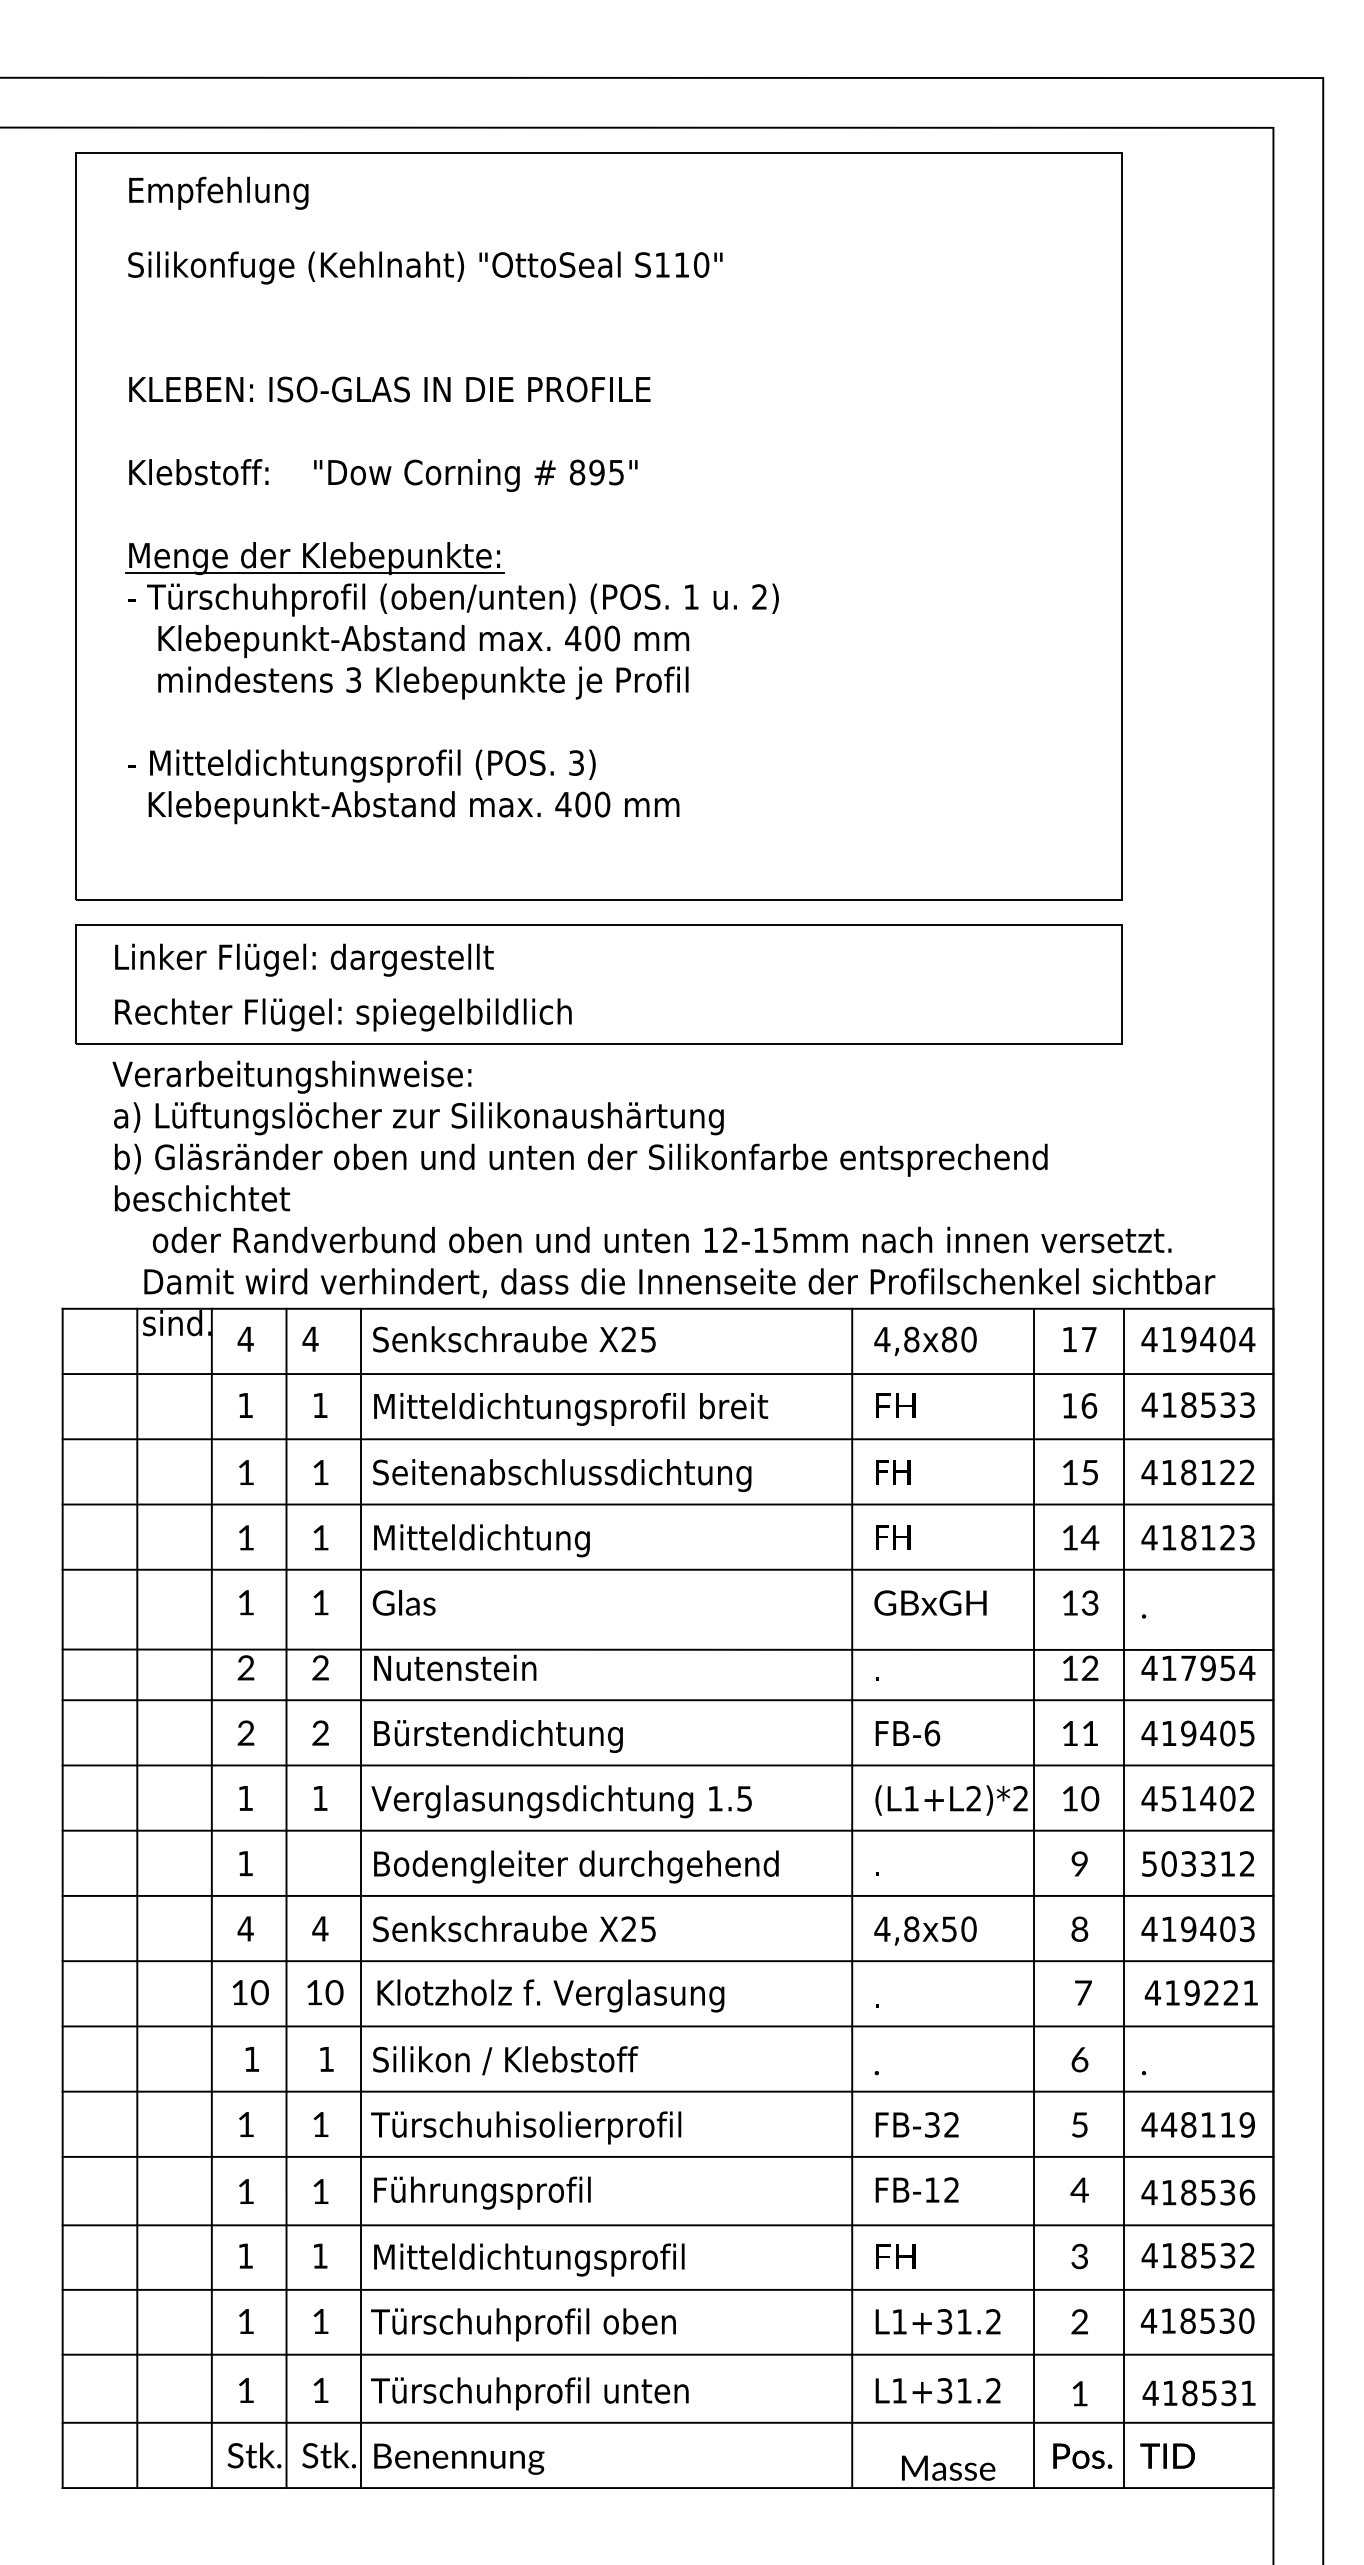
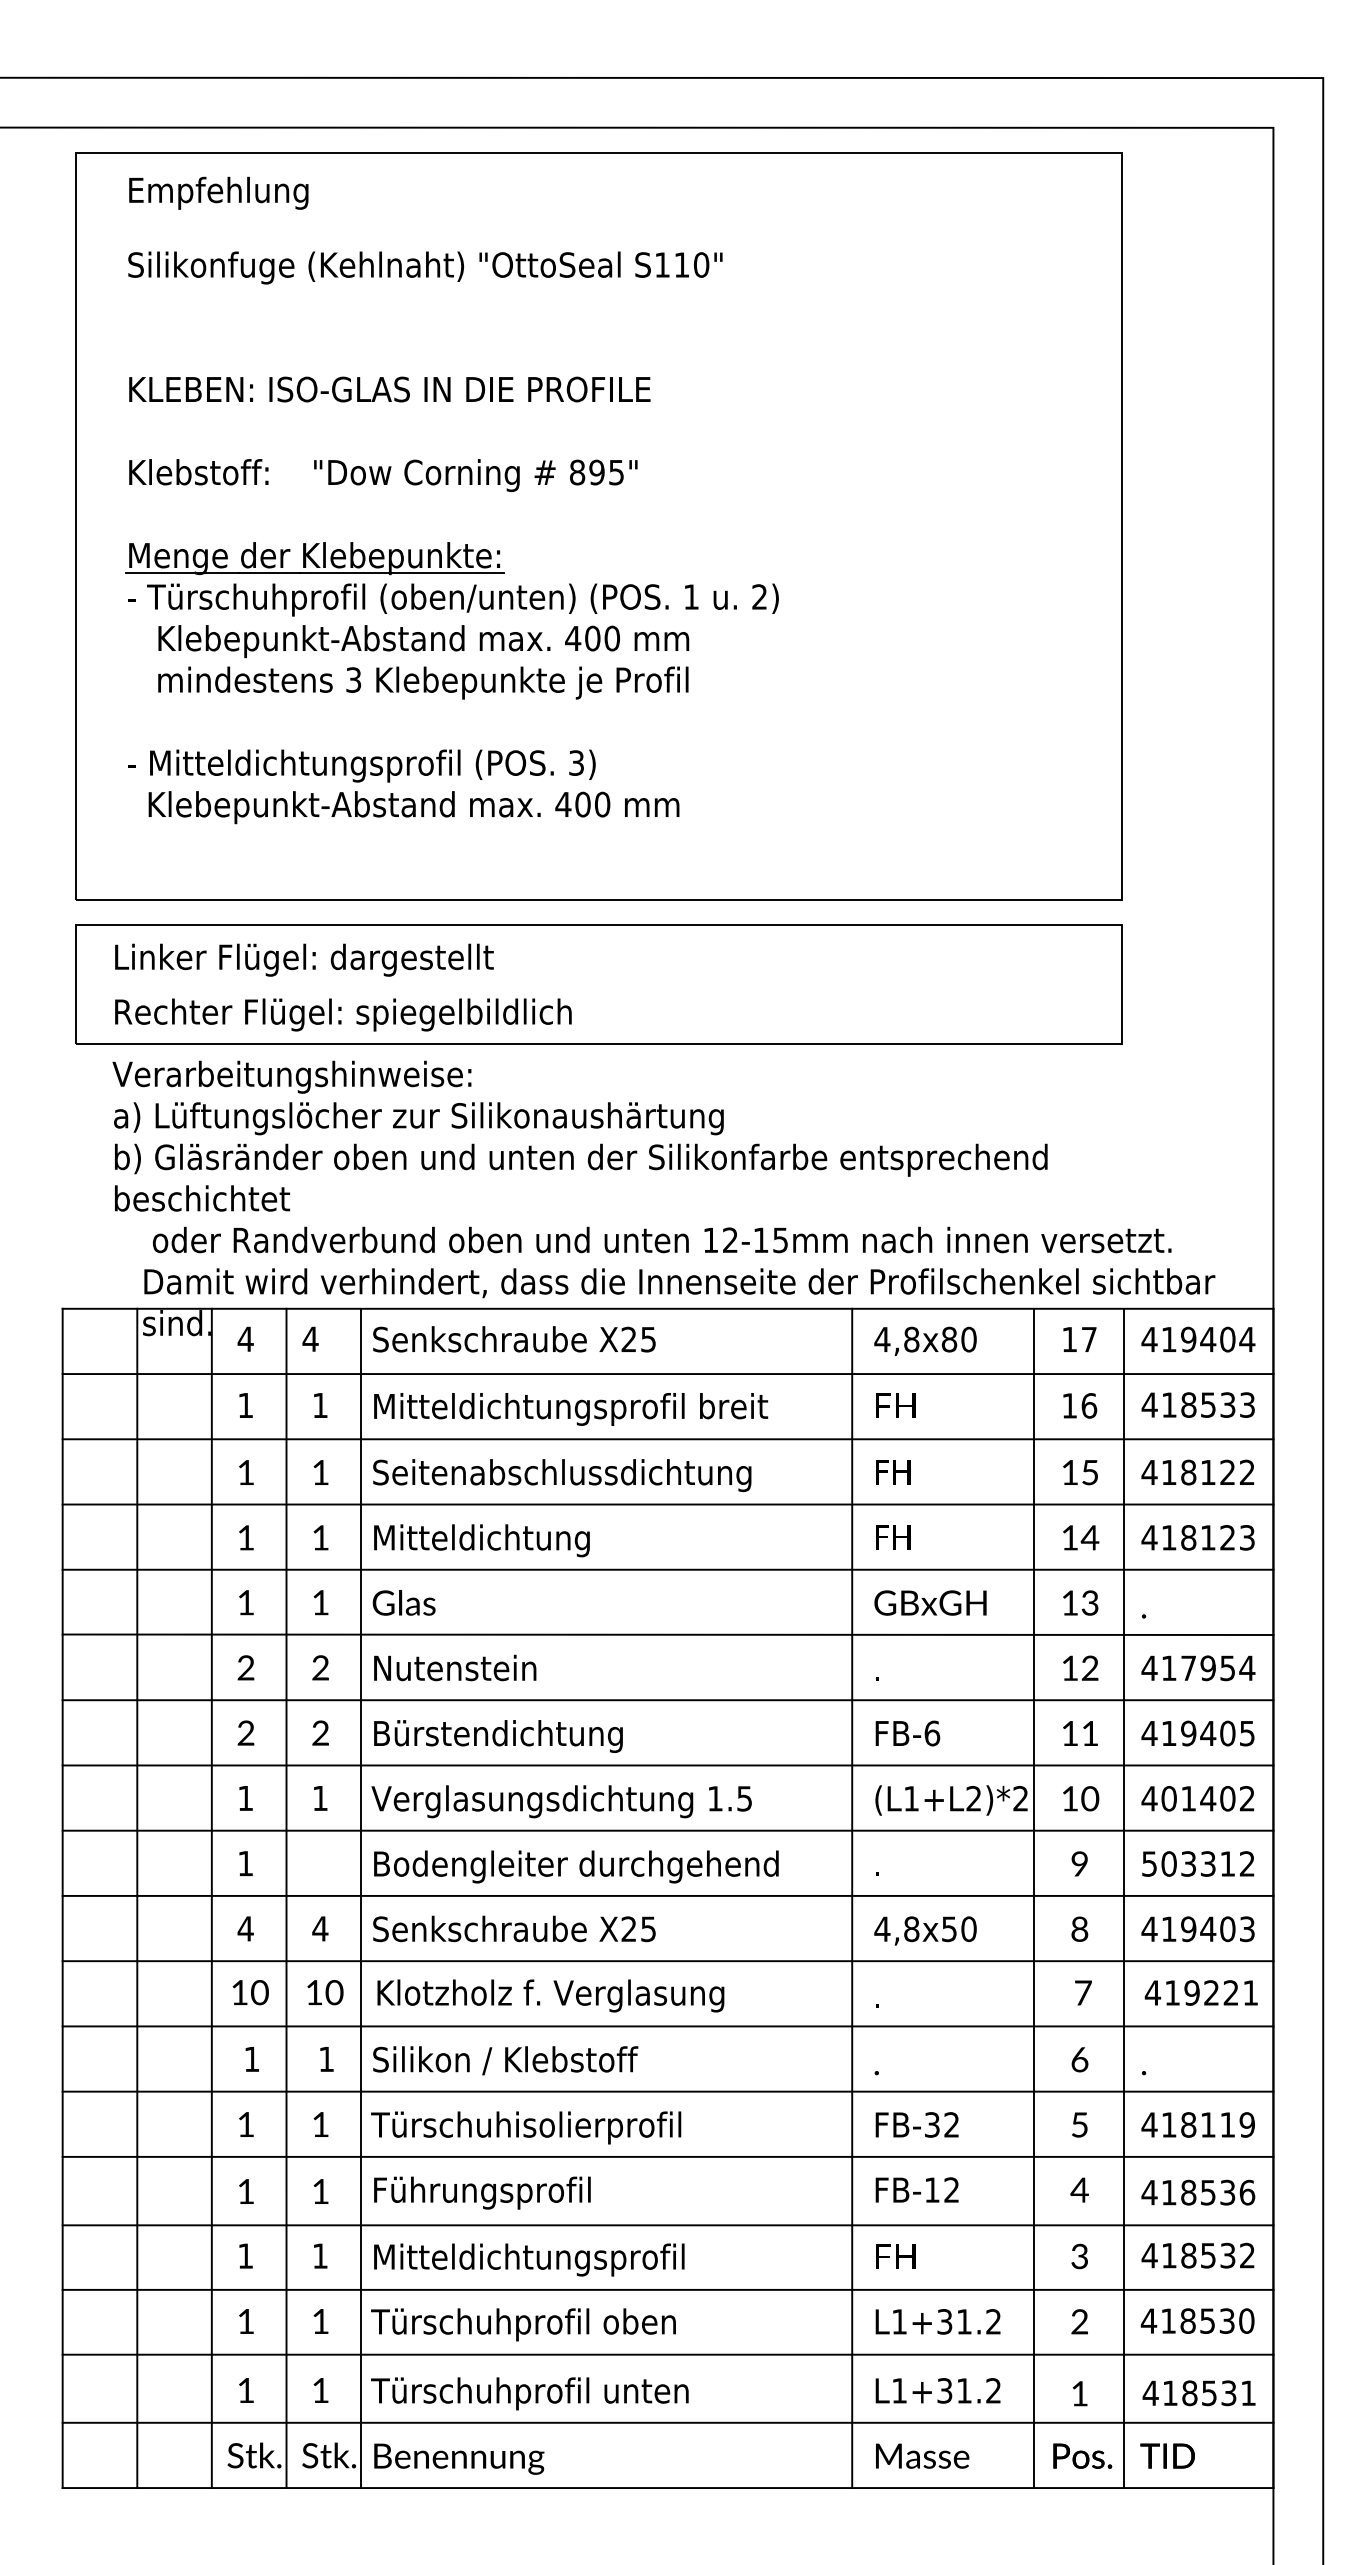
line at (667, 1649) position: (667, 1649) -> (667, 1634)
text at (1168, 1798): 451402 -> 401402
text at (1169, 2124): 448119 -> 418119
text at (948, 2467) position: (948, 2467) -> (922, 2455)
